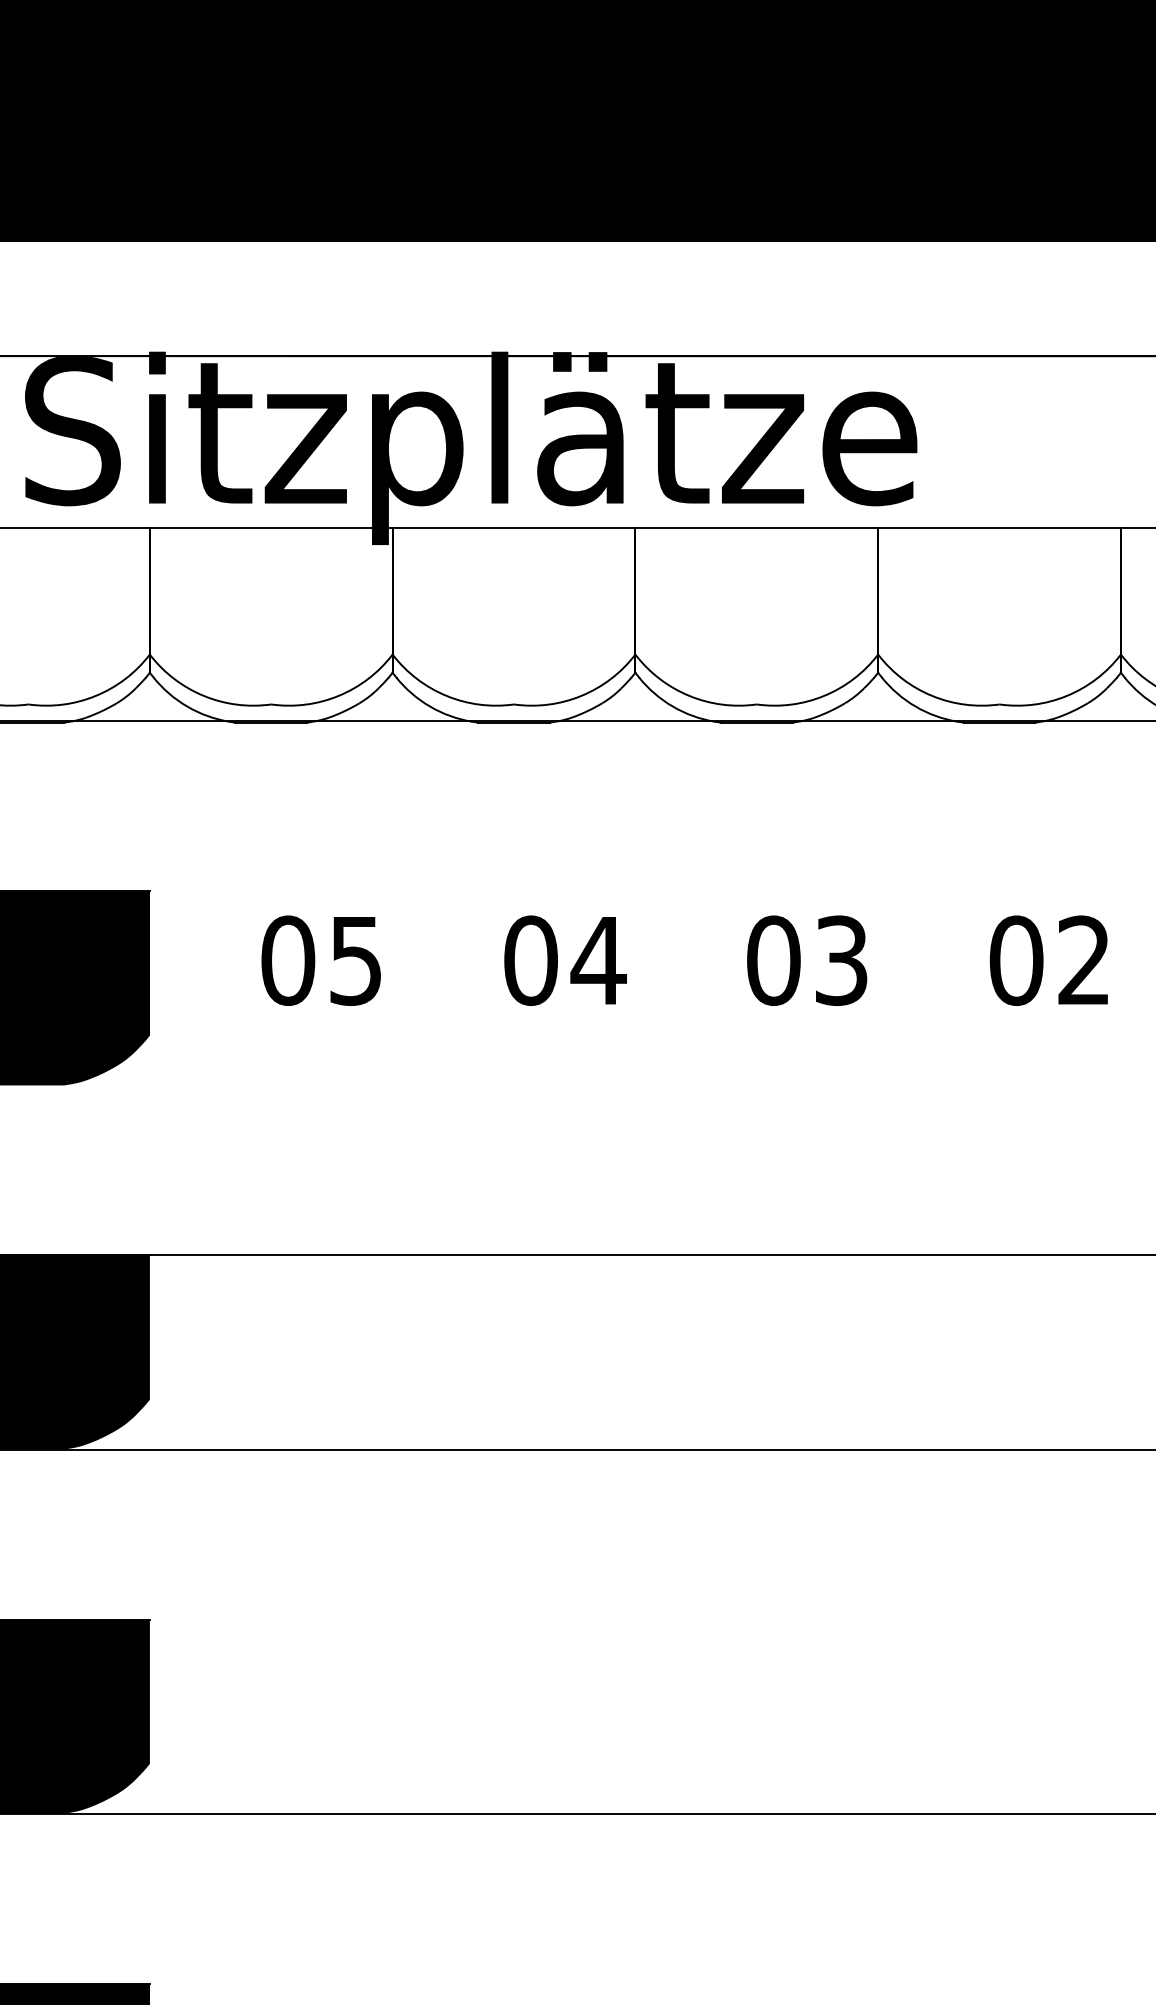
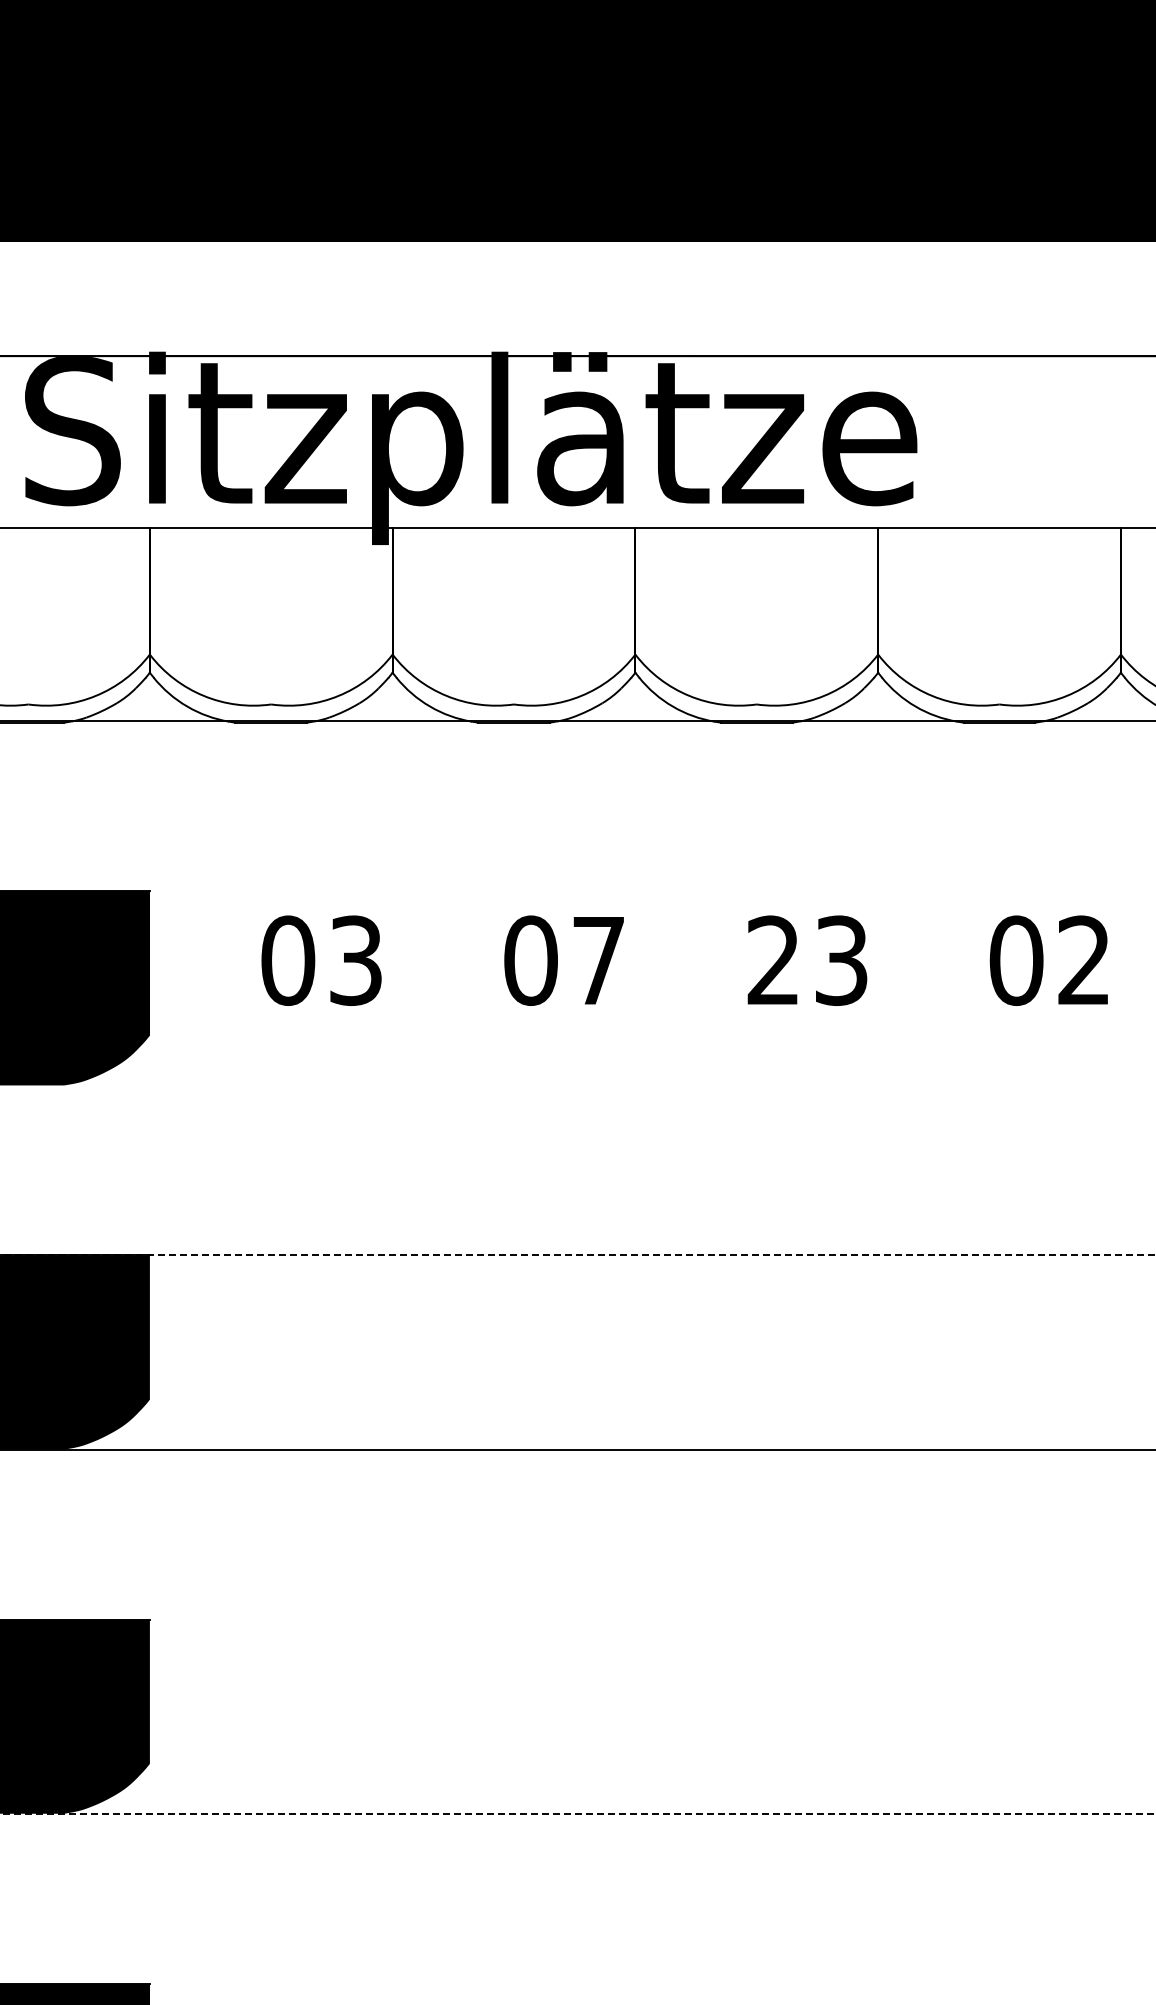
text at (355, 960): 05 -> 03
text at (598, 960): 04 -> 07
text at (773, 960): 03 -> 23
line at (578, 1255): solid -> dashed
line at (578, 1813): solid -> dashed
